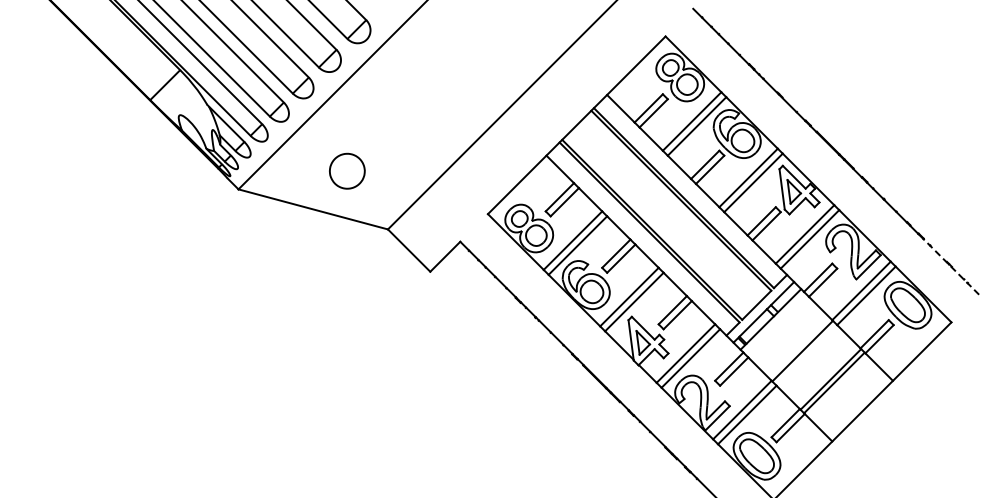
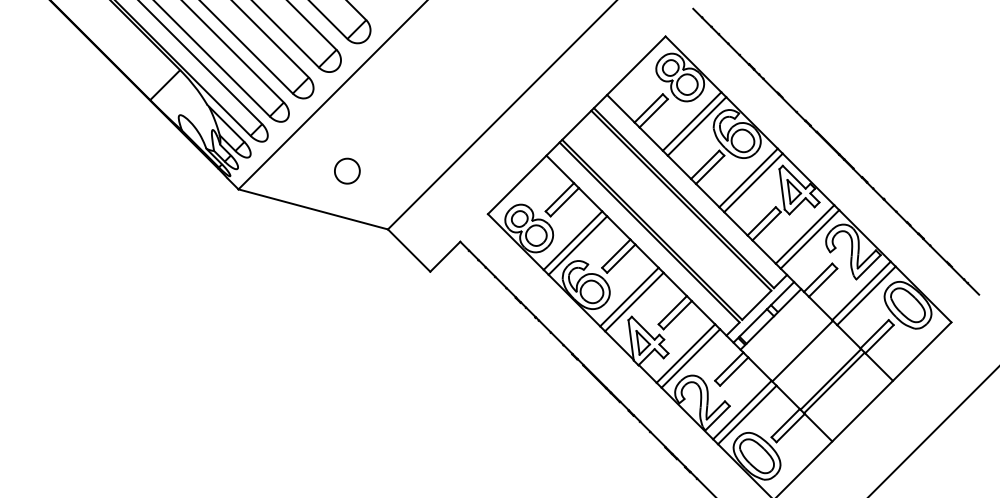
part at (347, 170) size: 37x38 px -> 27x28 px
line at (950, 266): dashed -> solid
line at (933, 431): none -> present
